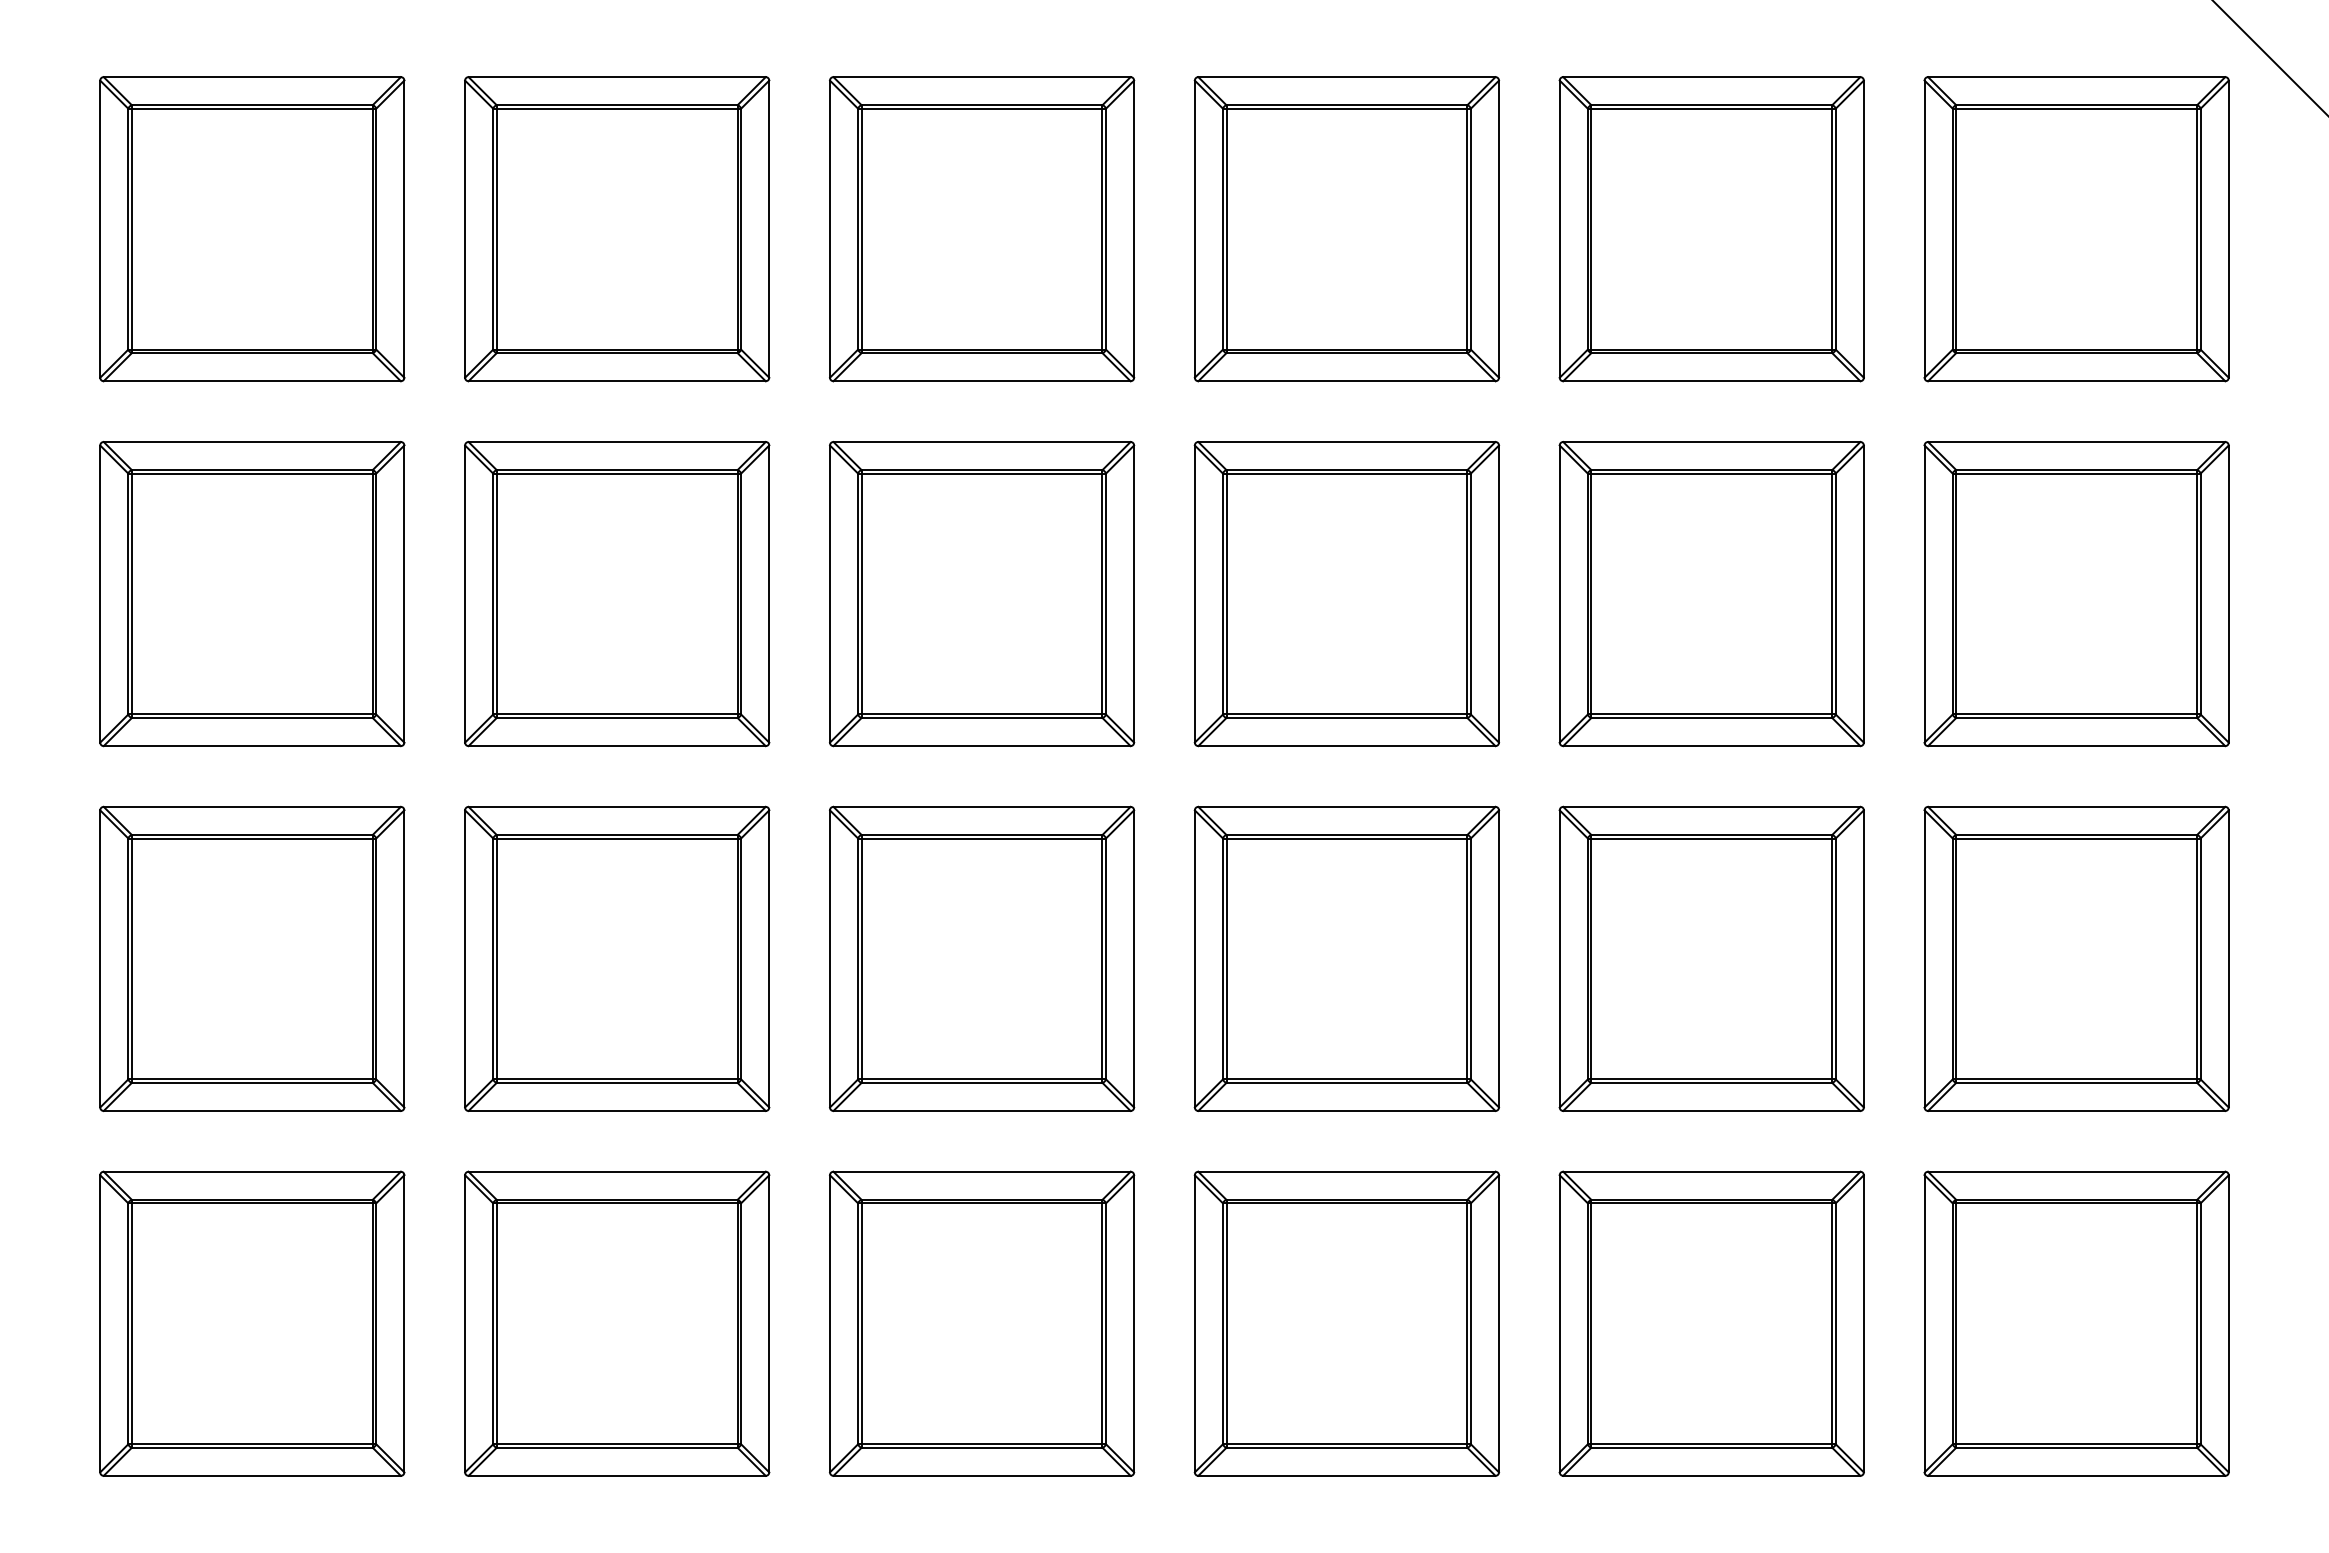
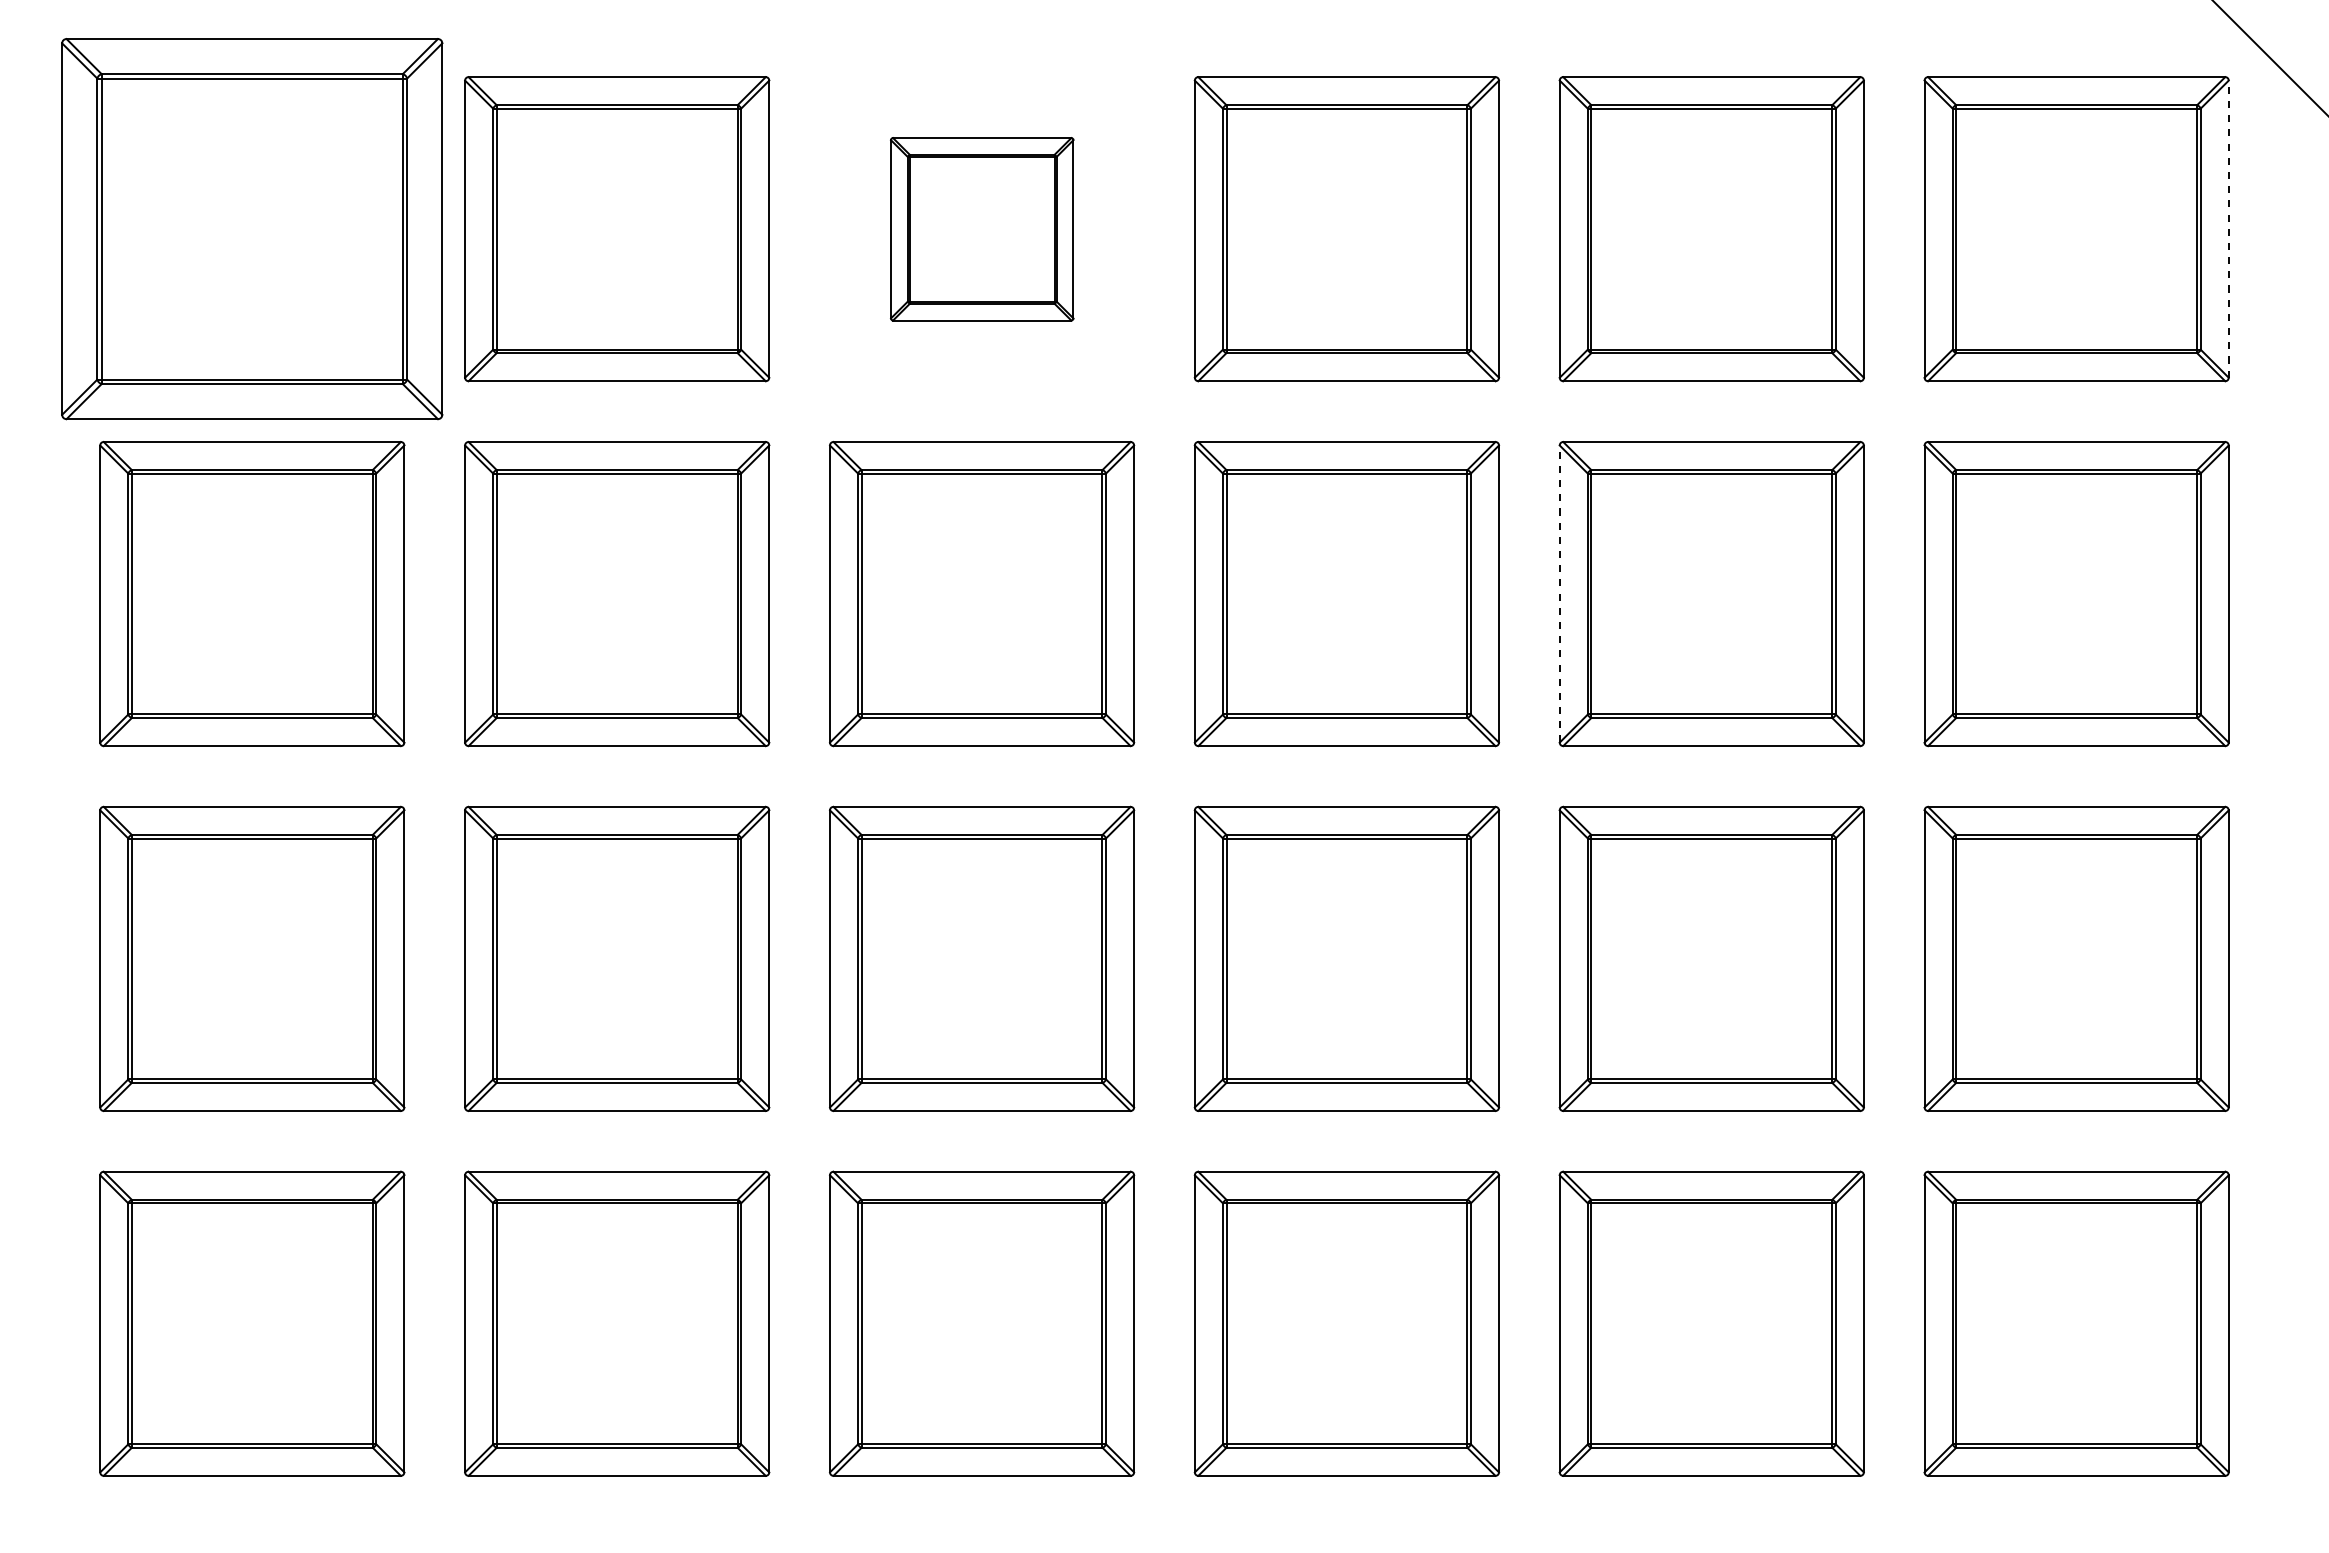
part at (252, 229) size: 307x307 px -> 383x383 px
part at (982, 229) size: 307x307 px -> 185x185 px
line at (2228, 229): solid -> dashed
line at (1559, 594): solid -> dashed
